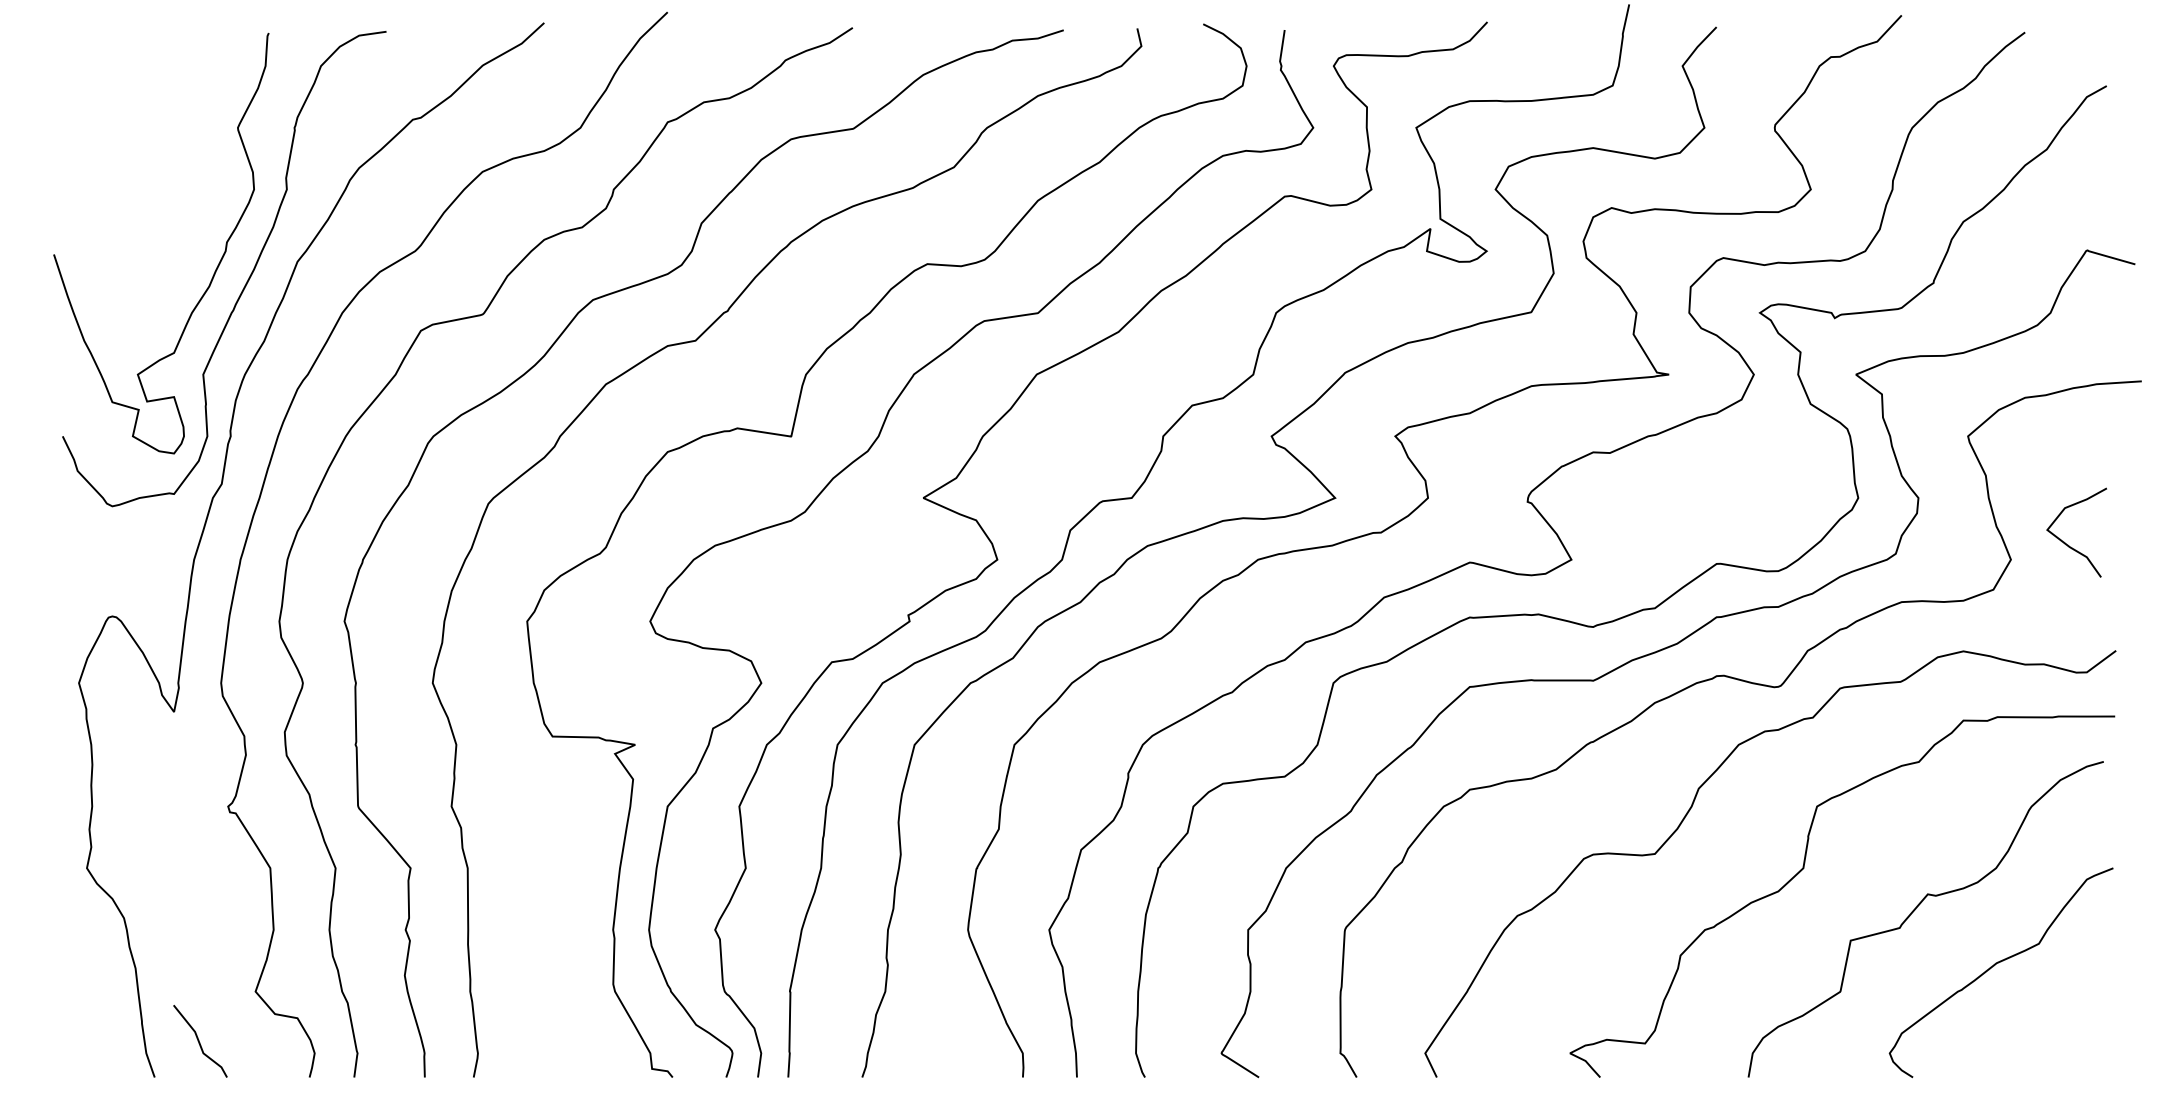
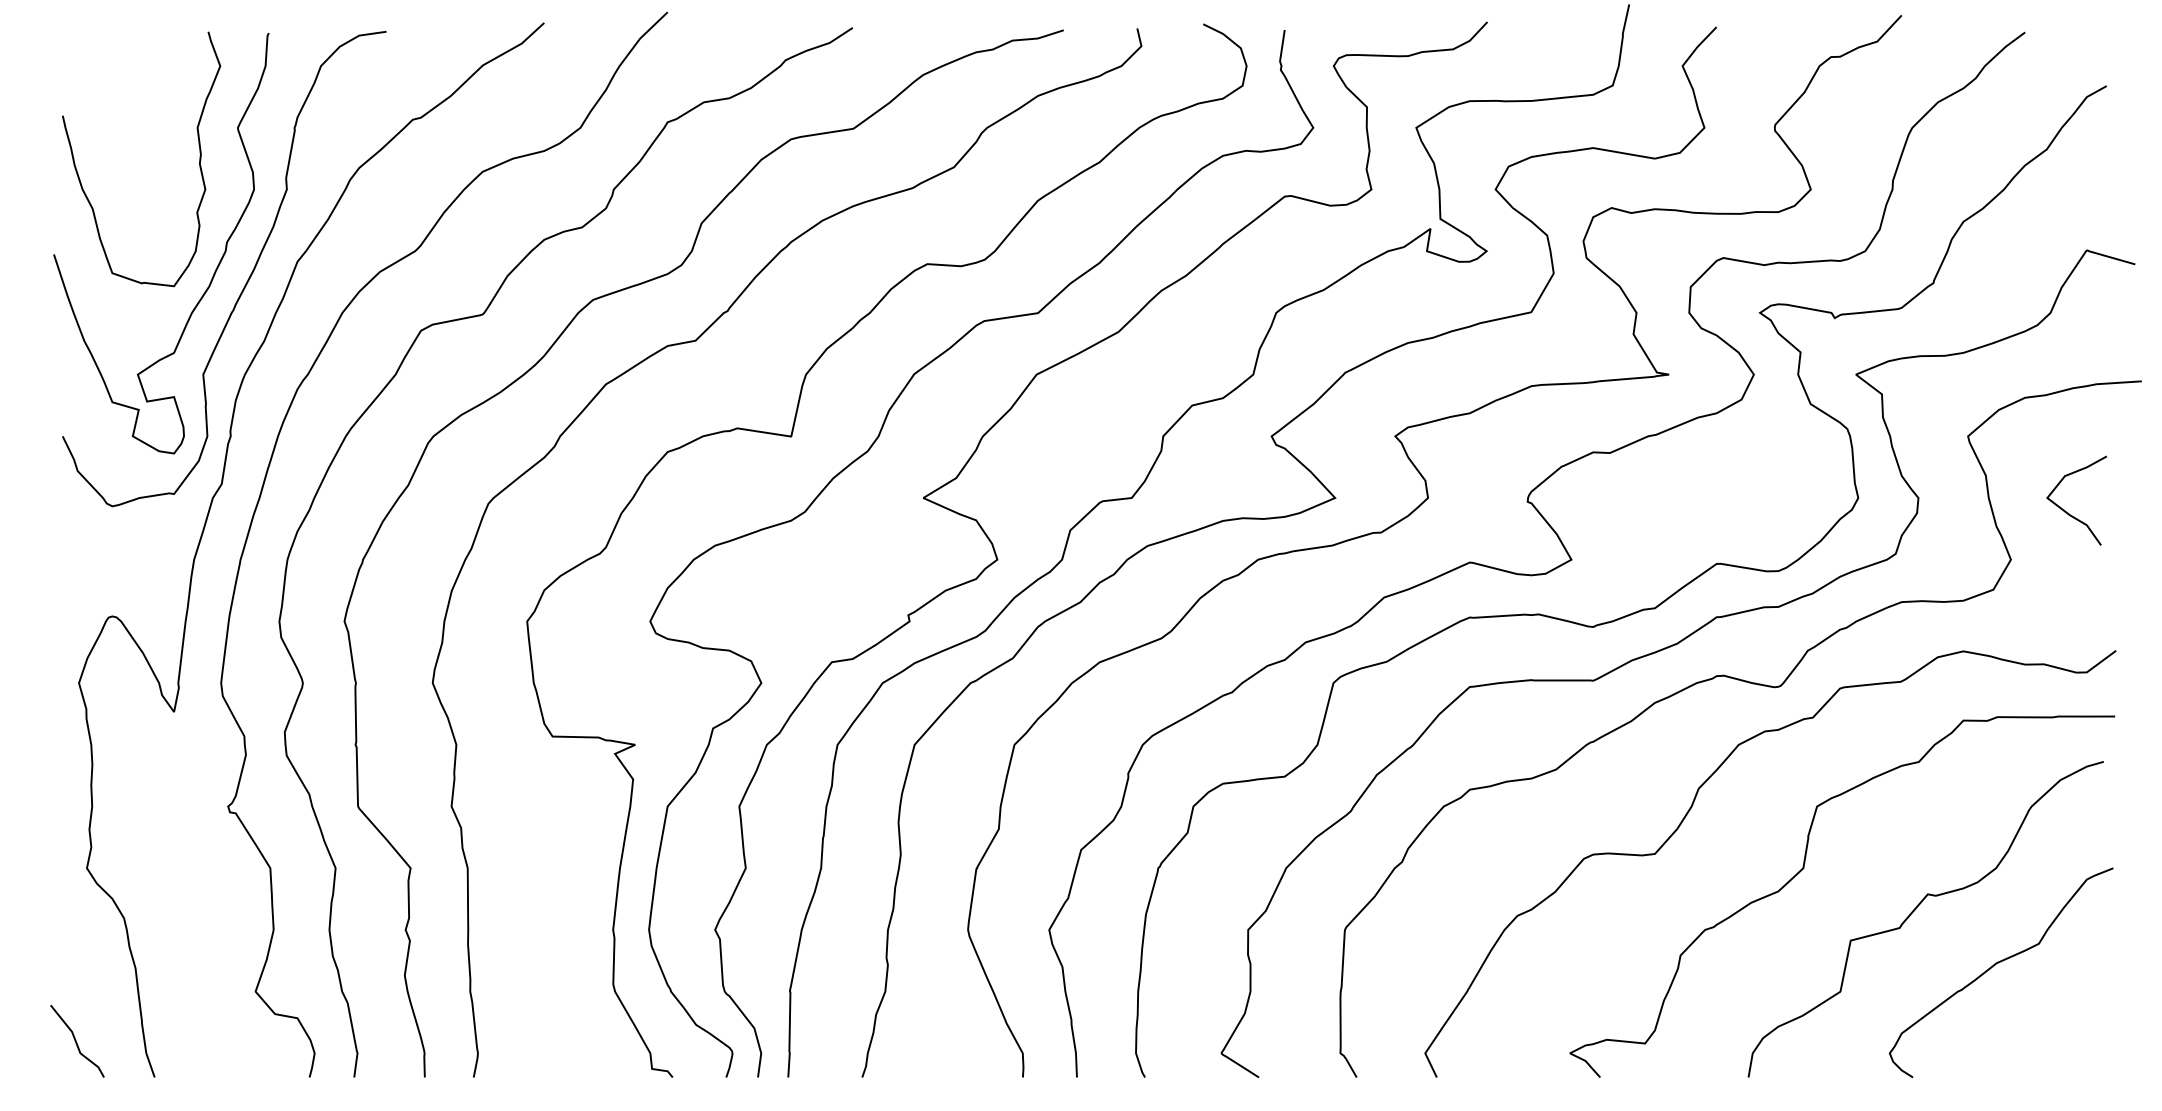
curve at (199, 159): none -> present
curve at (2068, 544) position: (2068, 544) -> (2068, 512)
line at (199, 1041) position: (199, 1041) -> (76, 1041)
